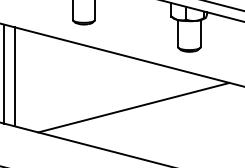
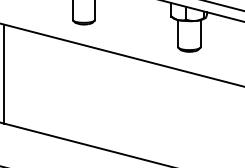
line at (14, 76): present -> none
line at (133, 107): present -> none
